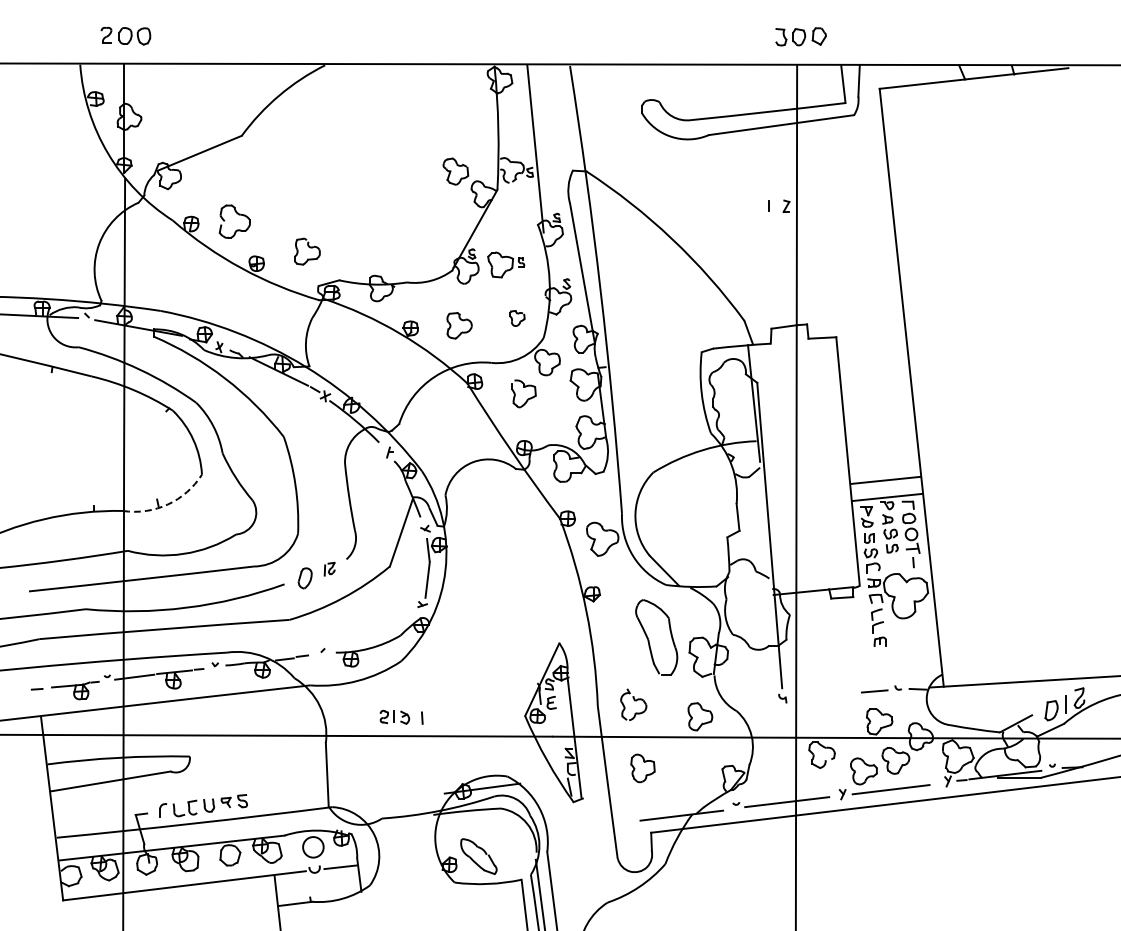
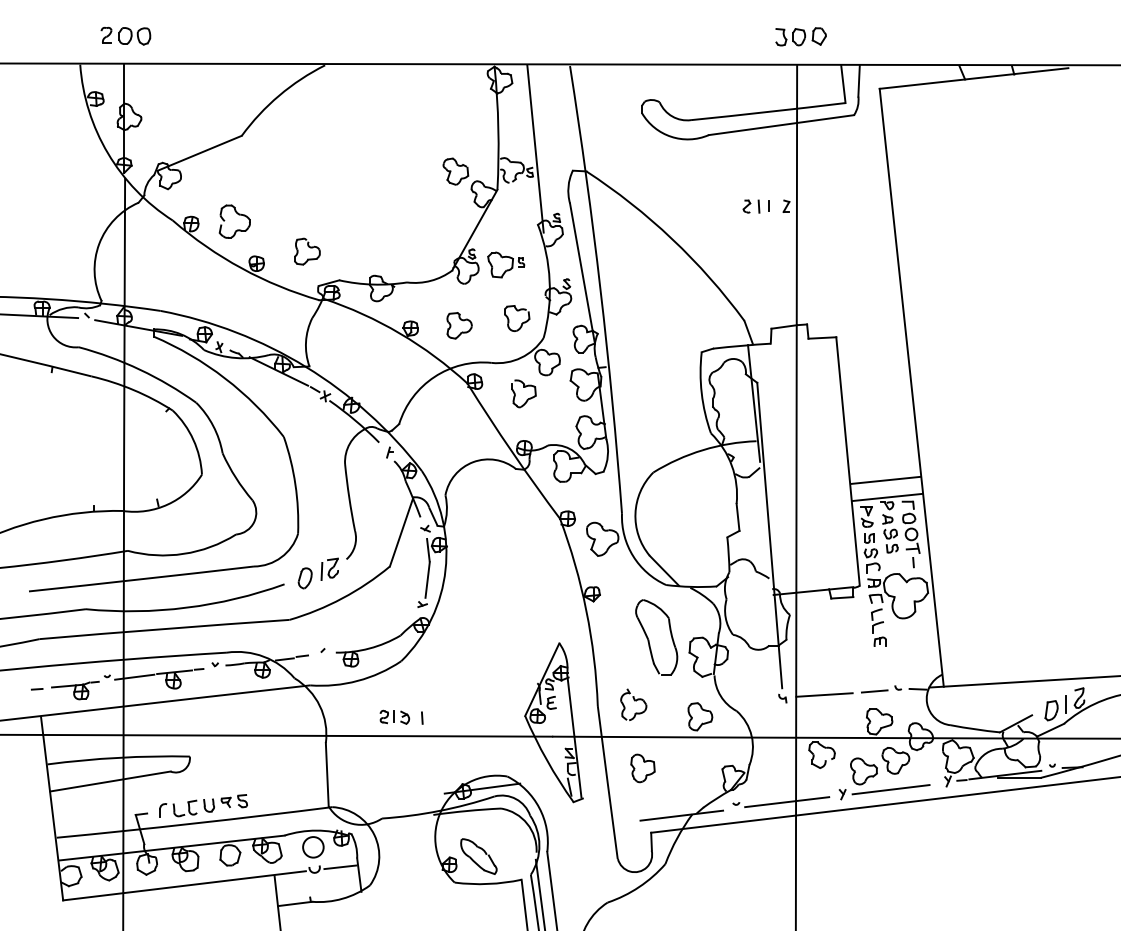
part at (751, 206): none -> present
part at (517, 318) size: 17x17 px -> 27x27 px
arc at (167, 504): dashed -> solid
part at (329, 568) size: 13x16 px -> 19x24 px
line at (824, 694): none -> present
